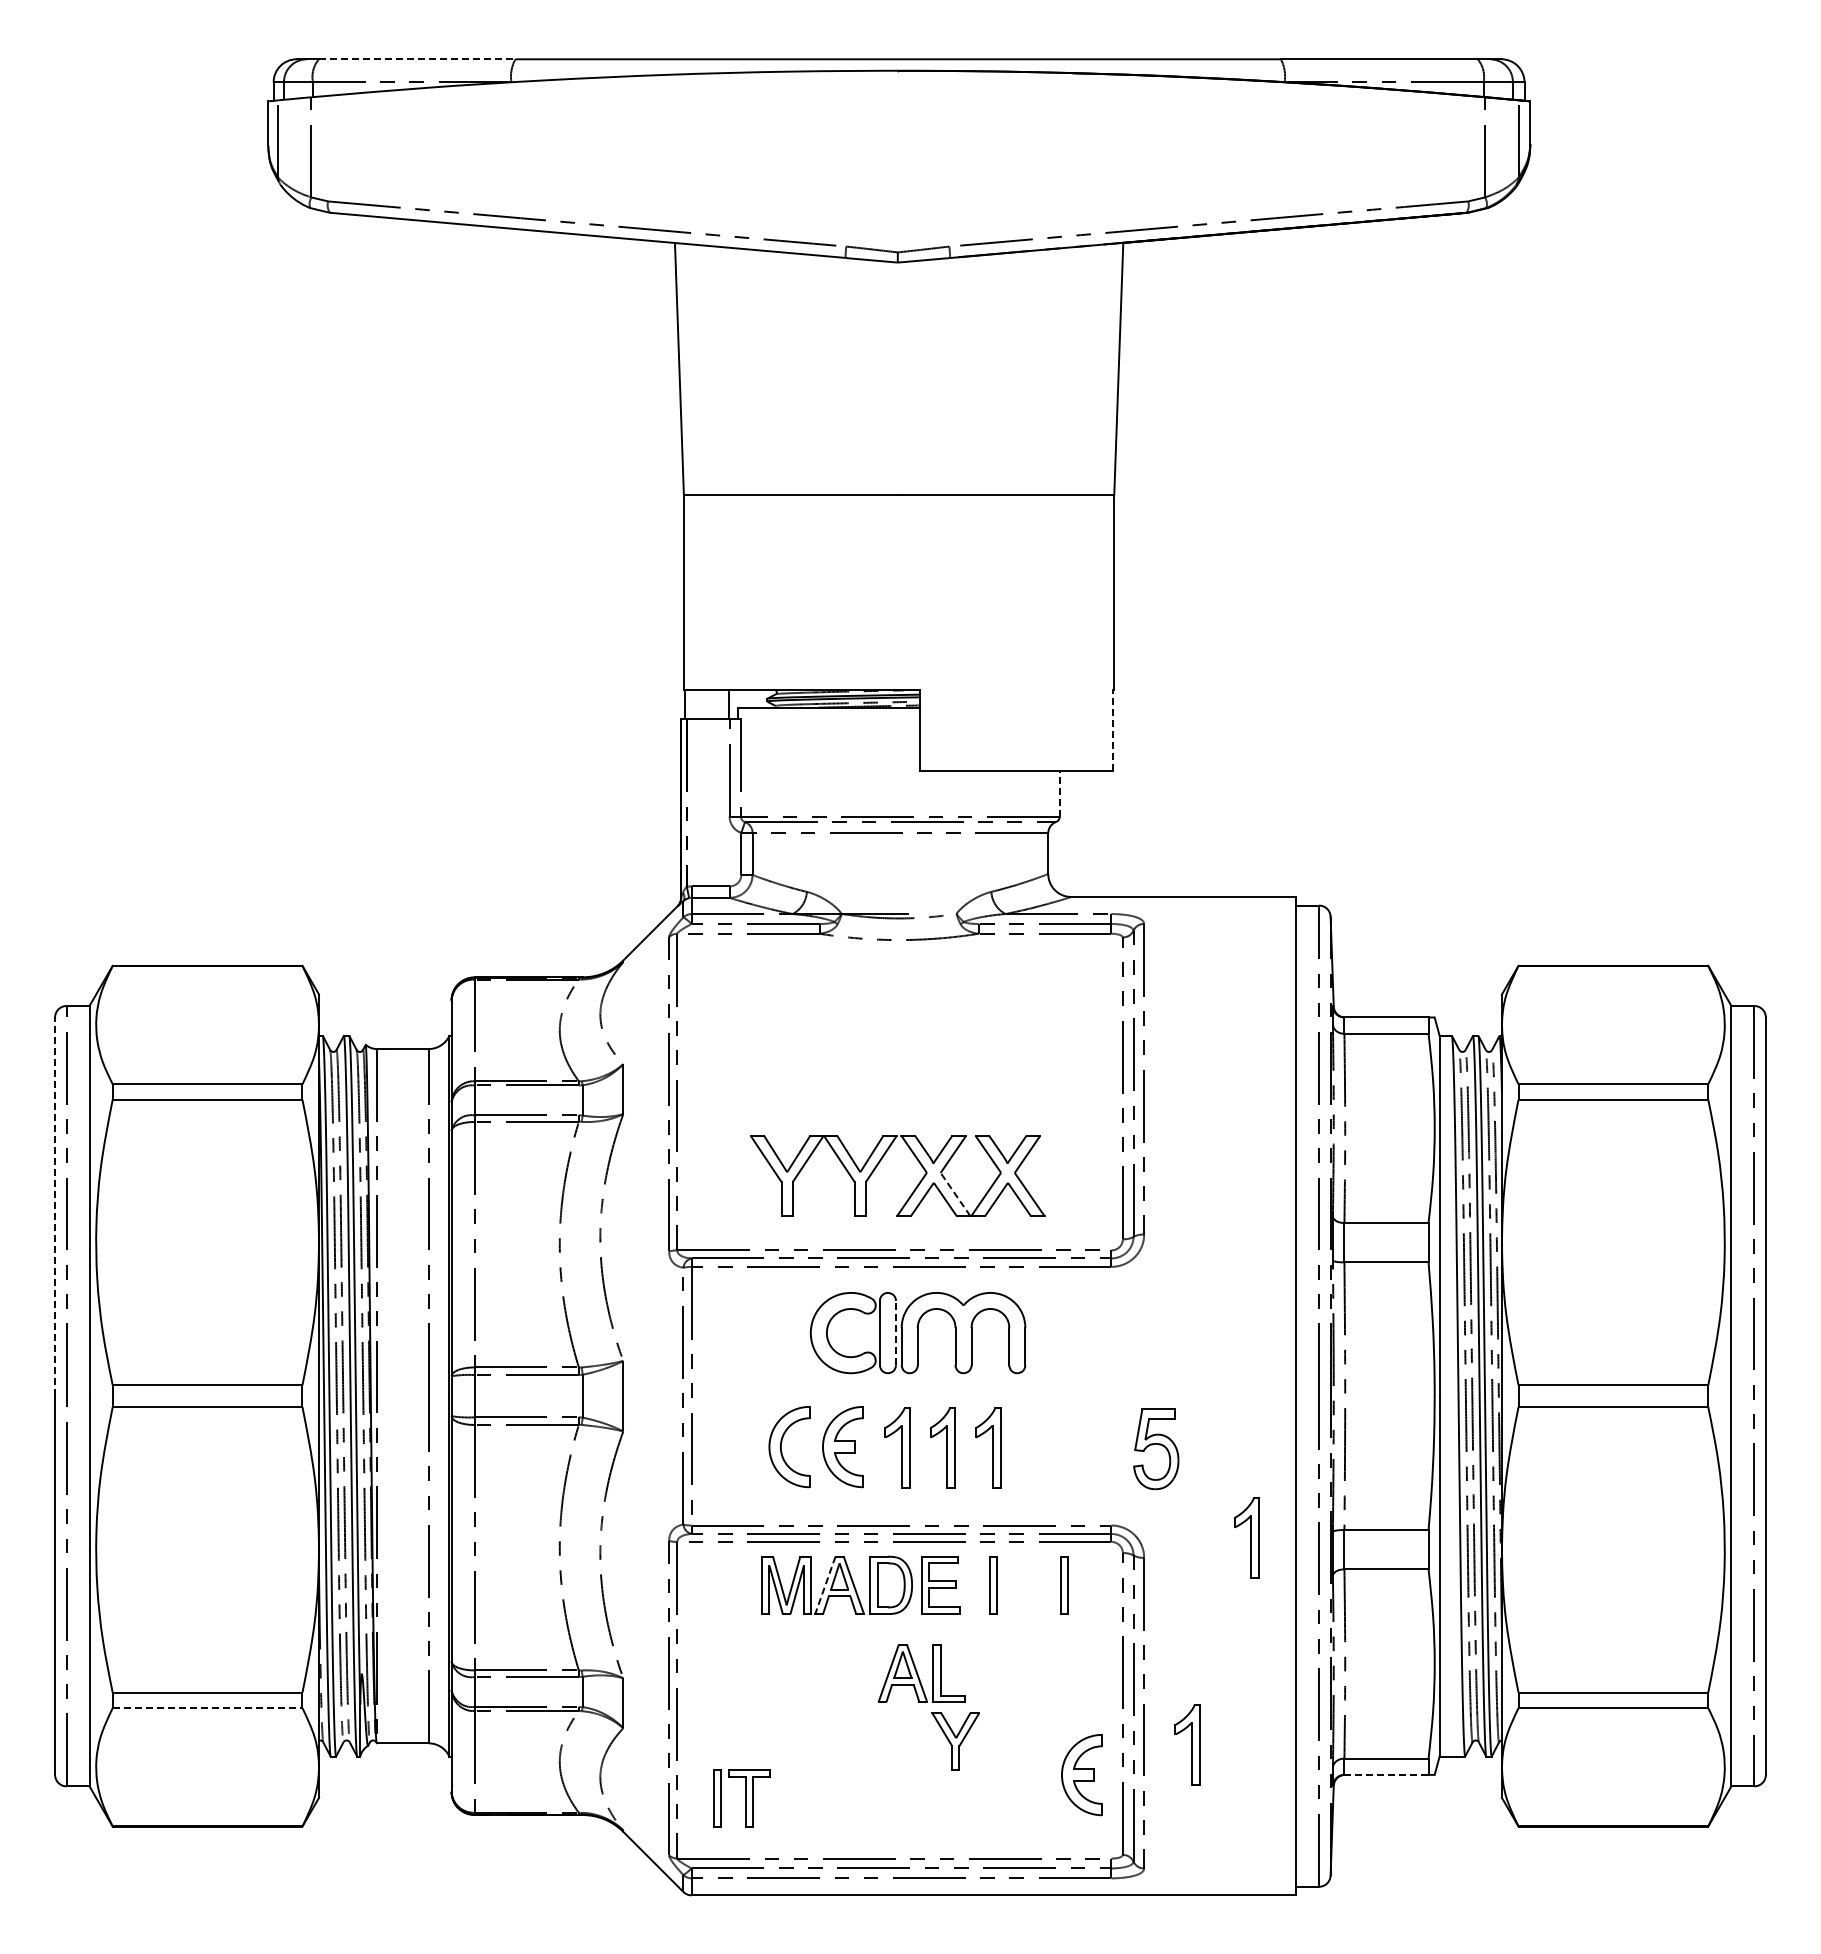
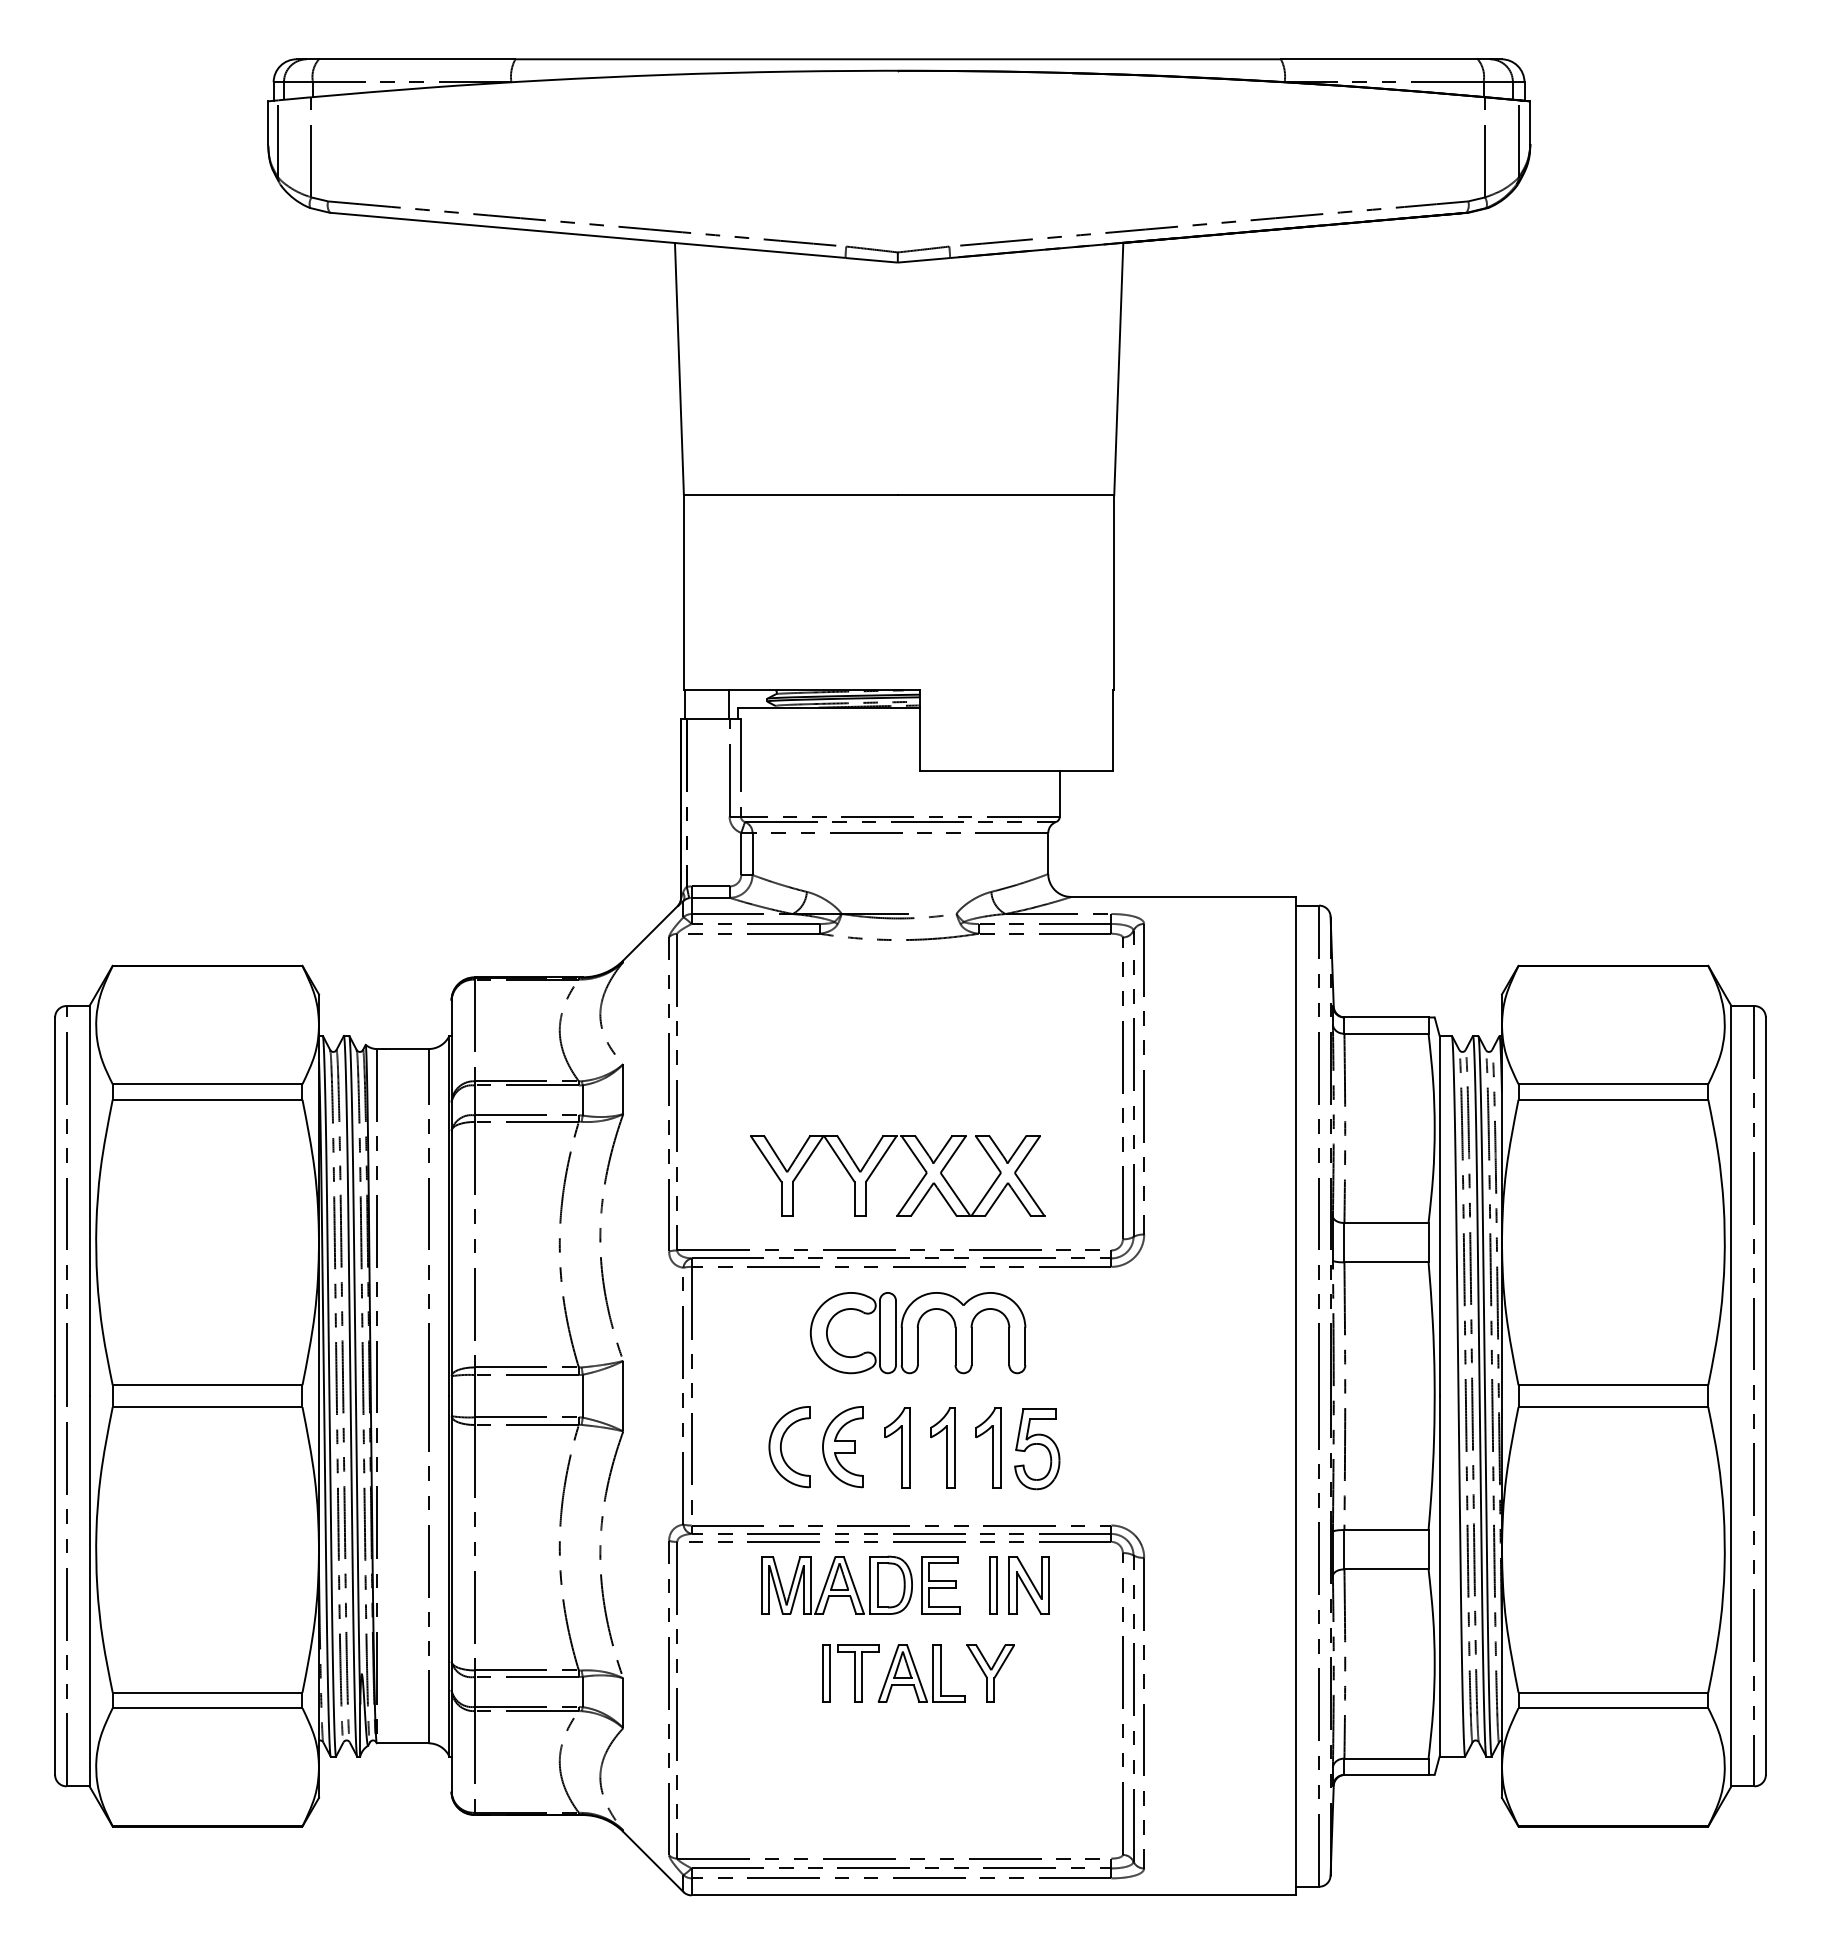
line at (417, 59): dashed -> solid
line at (1113, 730): dashed -> solid
line at (1059, 793): dashed -> solid
line at (955, 1194): dashed -> solid
line at (55, 1206): dashed -> solid
line at (895, 1332): dashed -> solid
part at (1156, 1449) position: (1156, 1449) -> (1037, 1449)
part at (1246, 1537): present -> none
line at (825, 1585): dashed -> solid
part at (1028, 1585): none -> present
part at (1064, 1585): present -> none
line at (207, 1708): dashed -> solid
part at (955, 1741) position: (955, 1741) -> (990, 1673)
part at (1187, 1744): present -> none
line at (1387, 1774): dashed -> solid
part at (1081, 1775): present -> none
part at (741, 1798) position: (741, 1798) -> (850, 1673)
